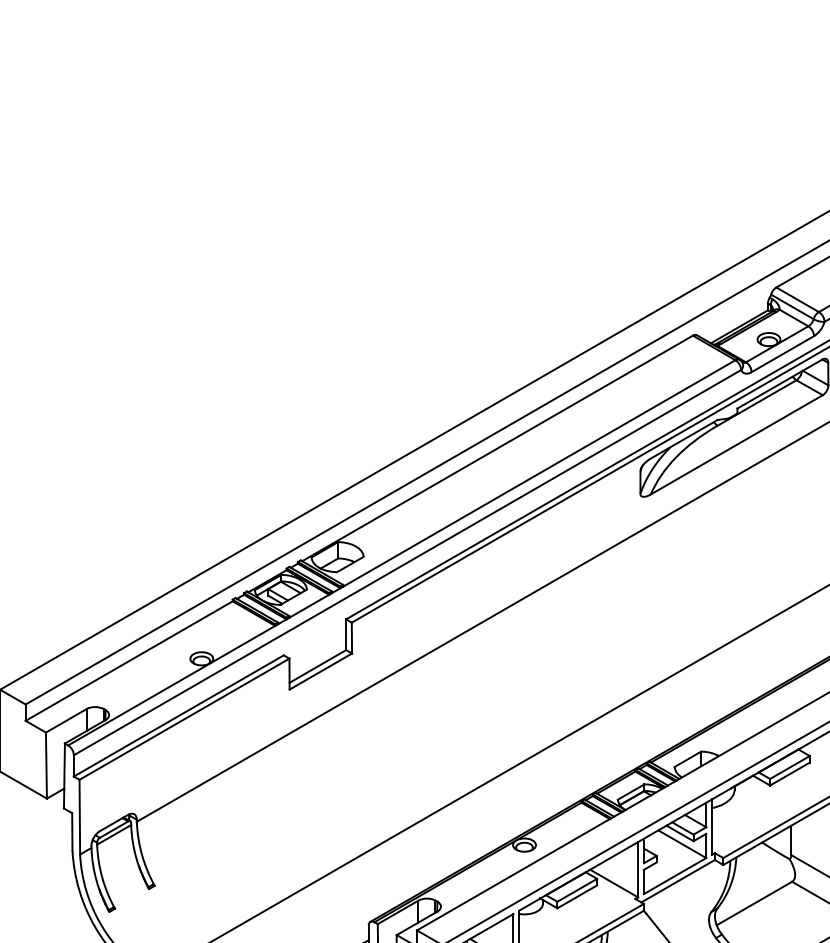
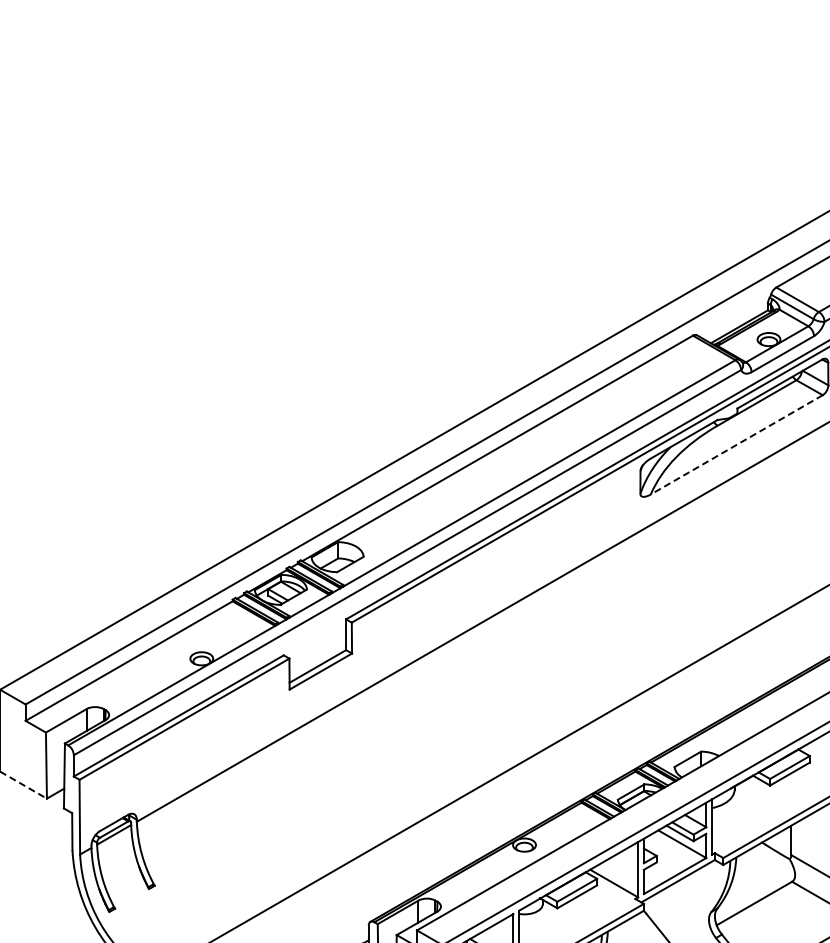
line at (736, 445): solid -> dashed
line at (23, 785): solid -> dashed
